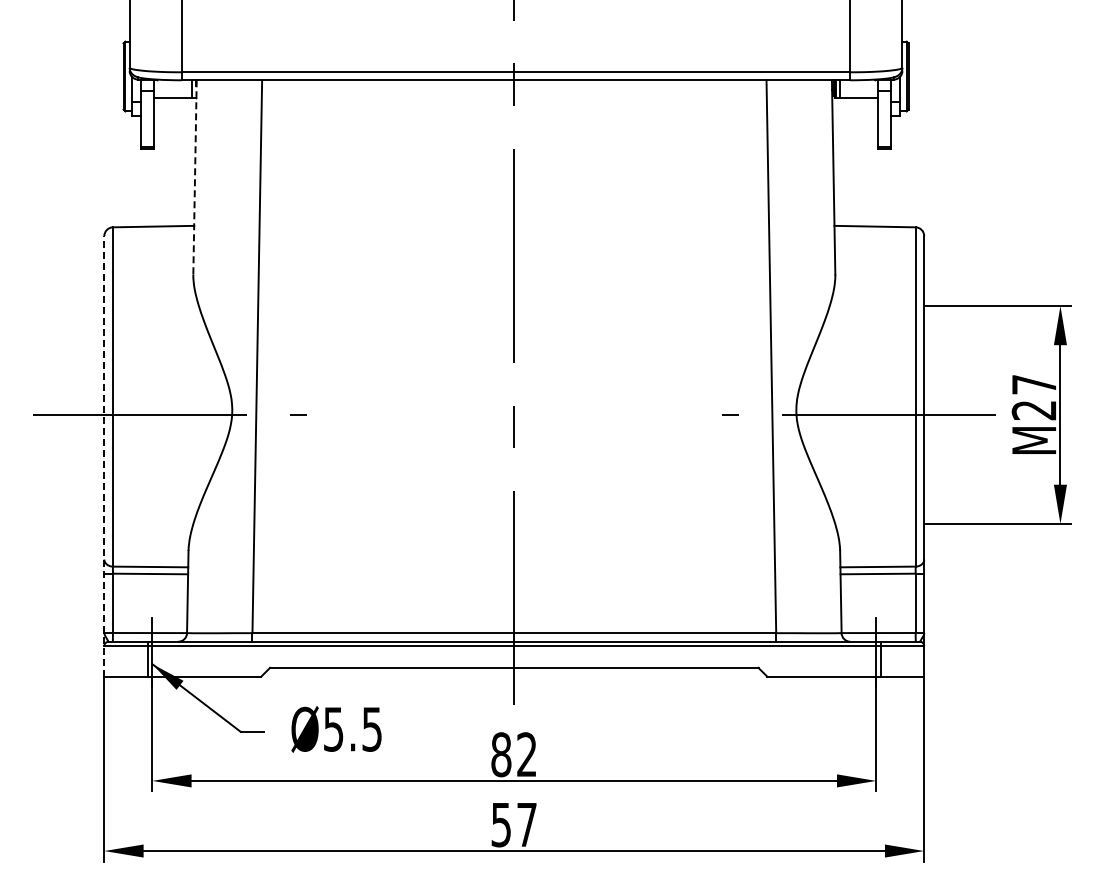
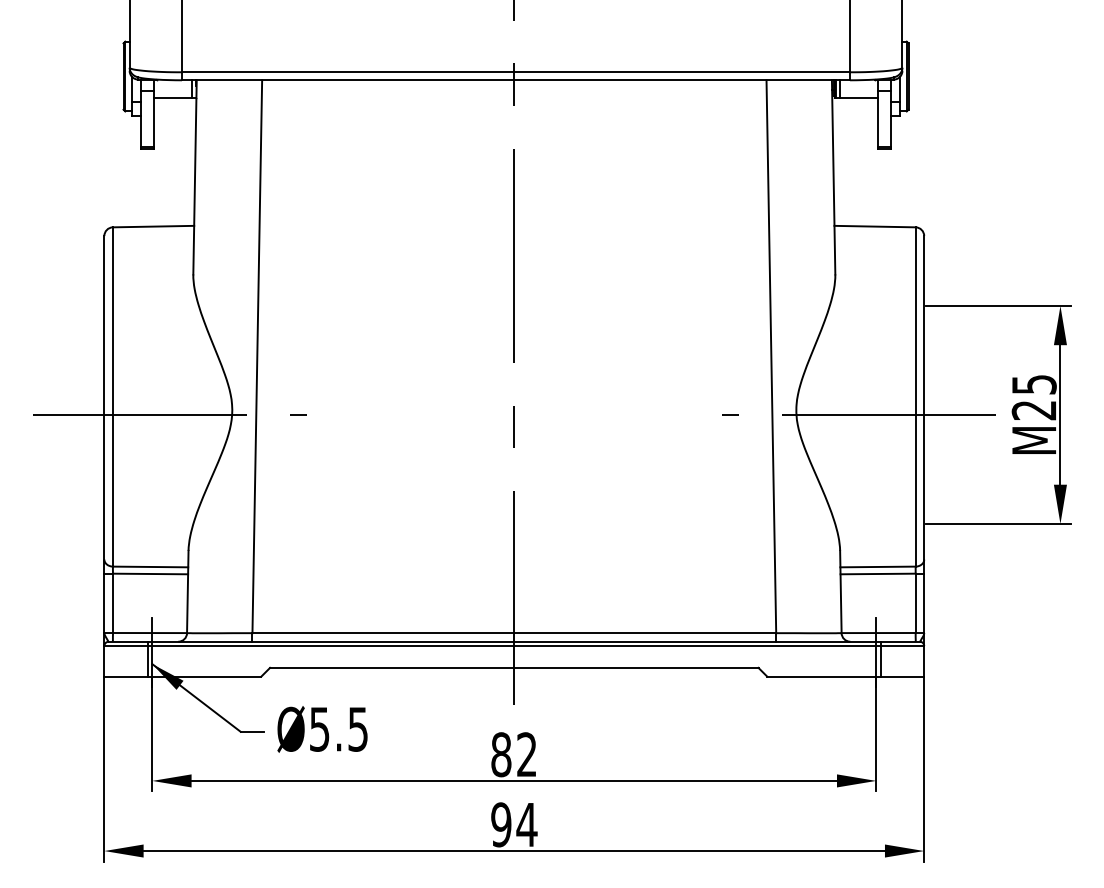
line at (195, 177): dashed -> solid
text at (1034, 384): M27 -> M25
line at (104, 455): dashed -> solid
text at (336, 729) position: (336, 729) -> (322, 729)
text at (514, 824): 57 -> 94
